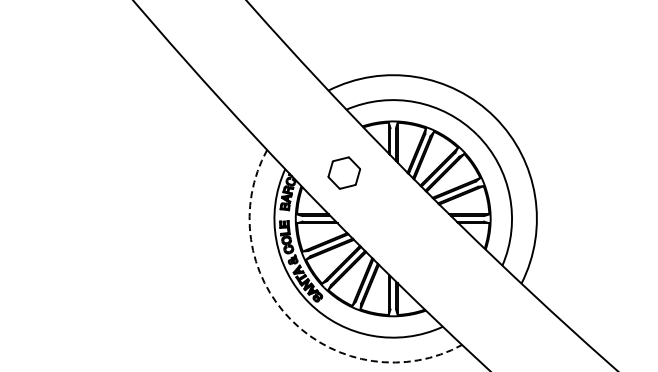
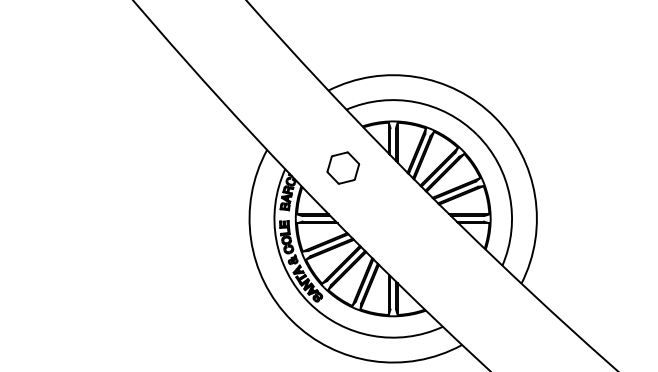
part at (344, 172) position: (344, 172) -> (343, 167)
arc at (291, 320): dashed -> solid
